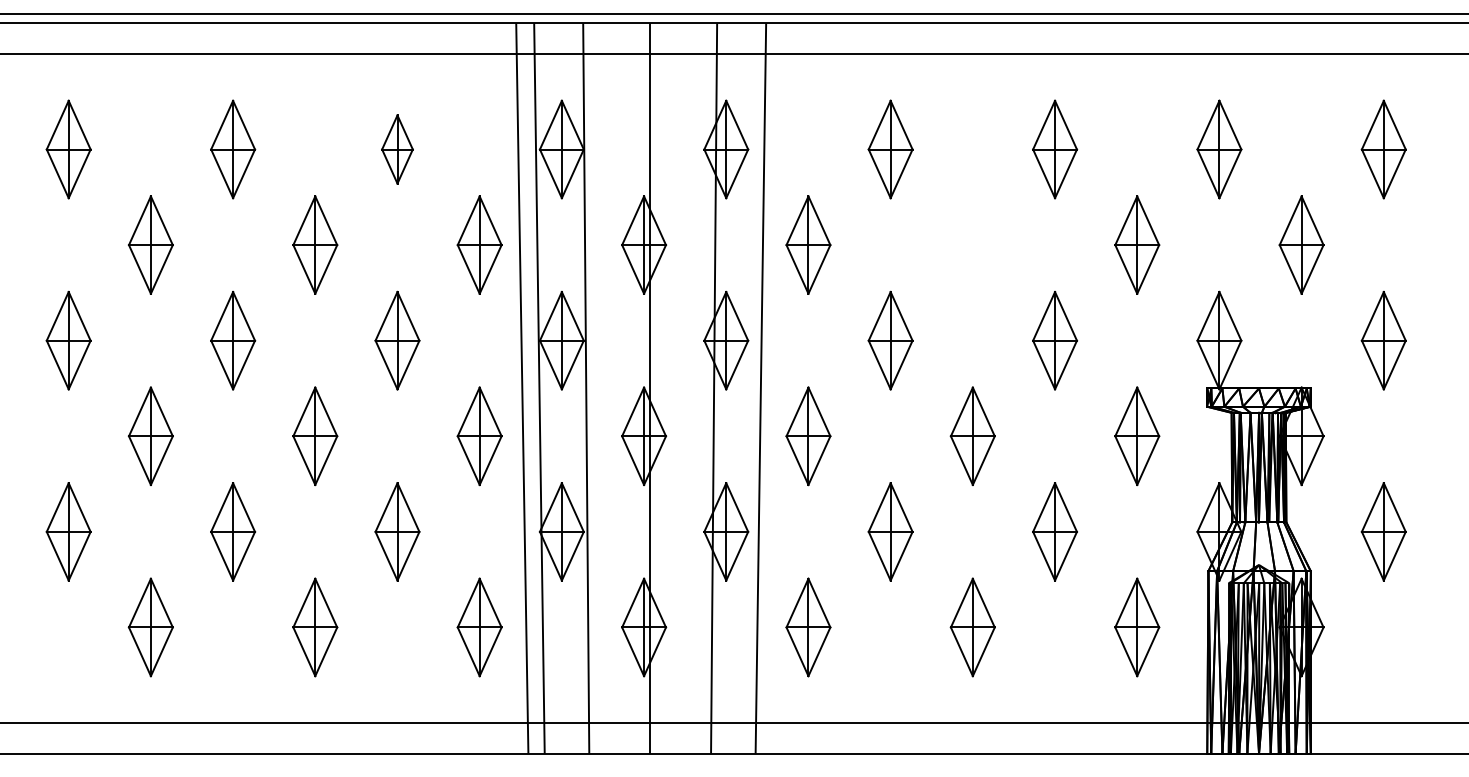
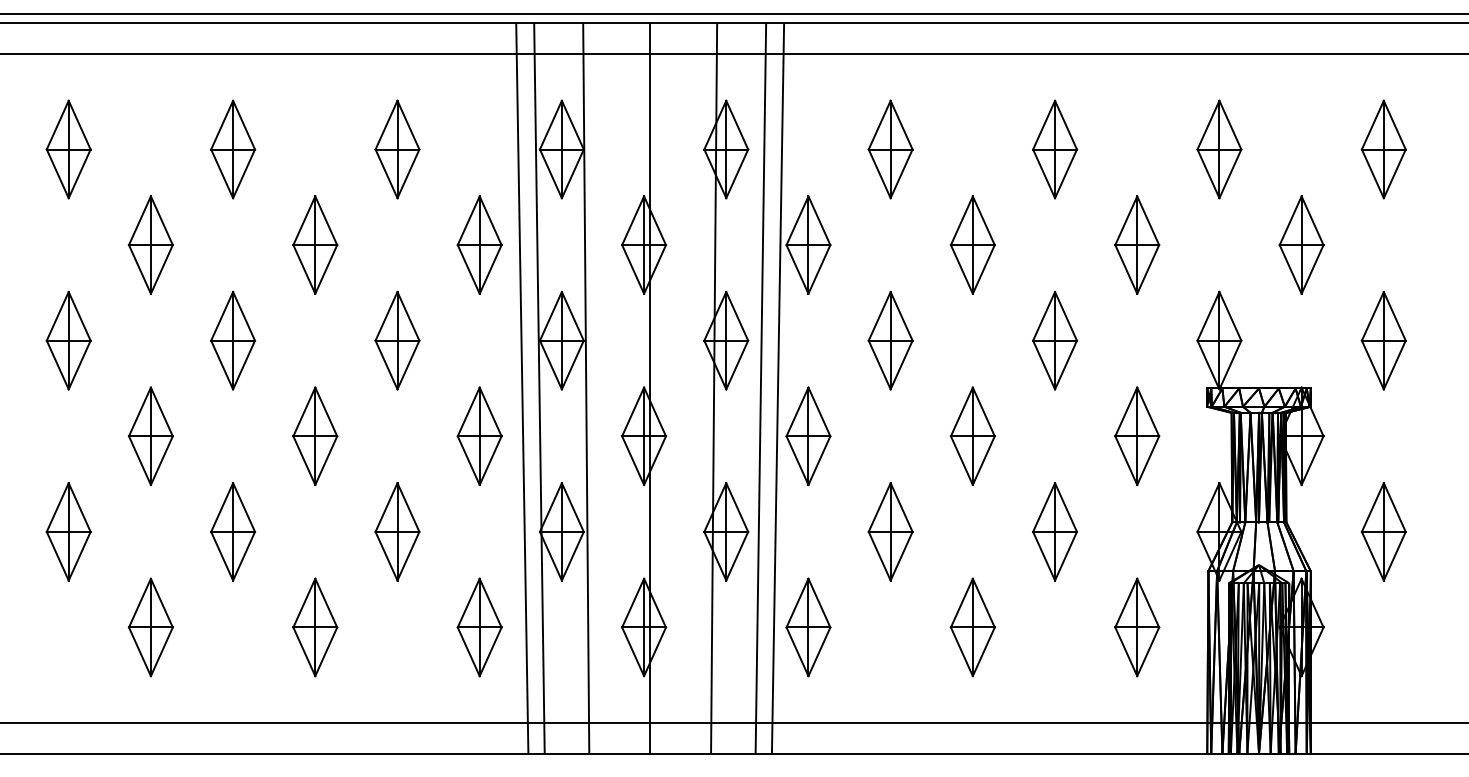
part at (397, 149) size: 33x71 px -> 47x101 px
part at (972, 244): none -> present
line at (777, 388): none -> present
